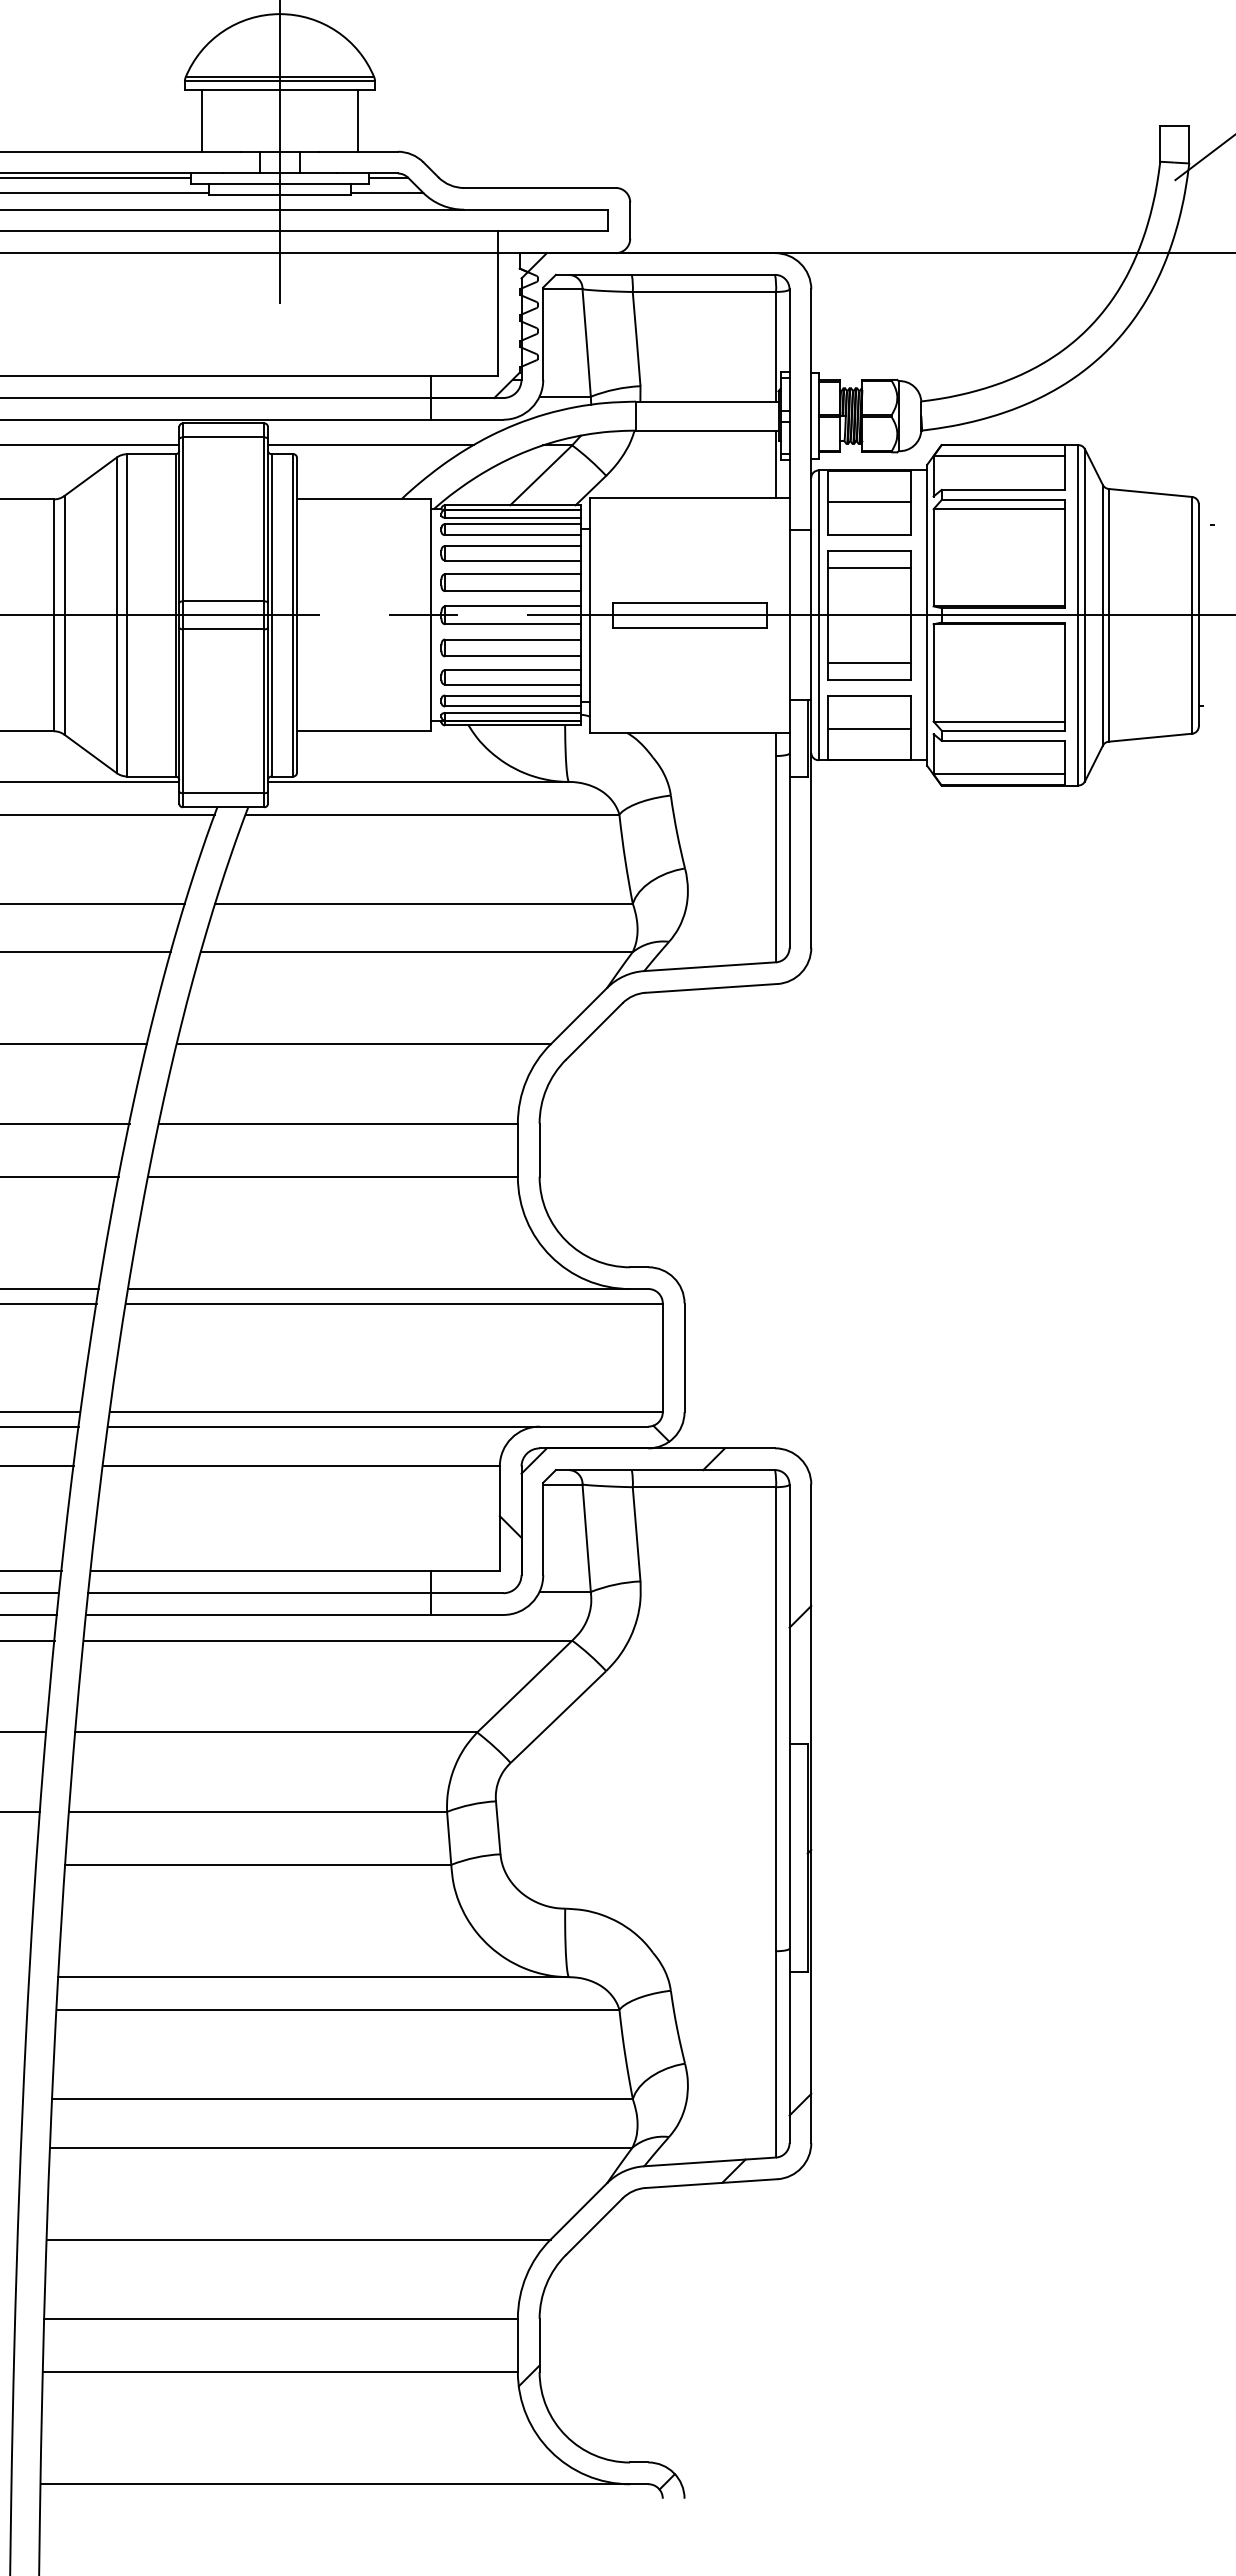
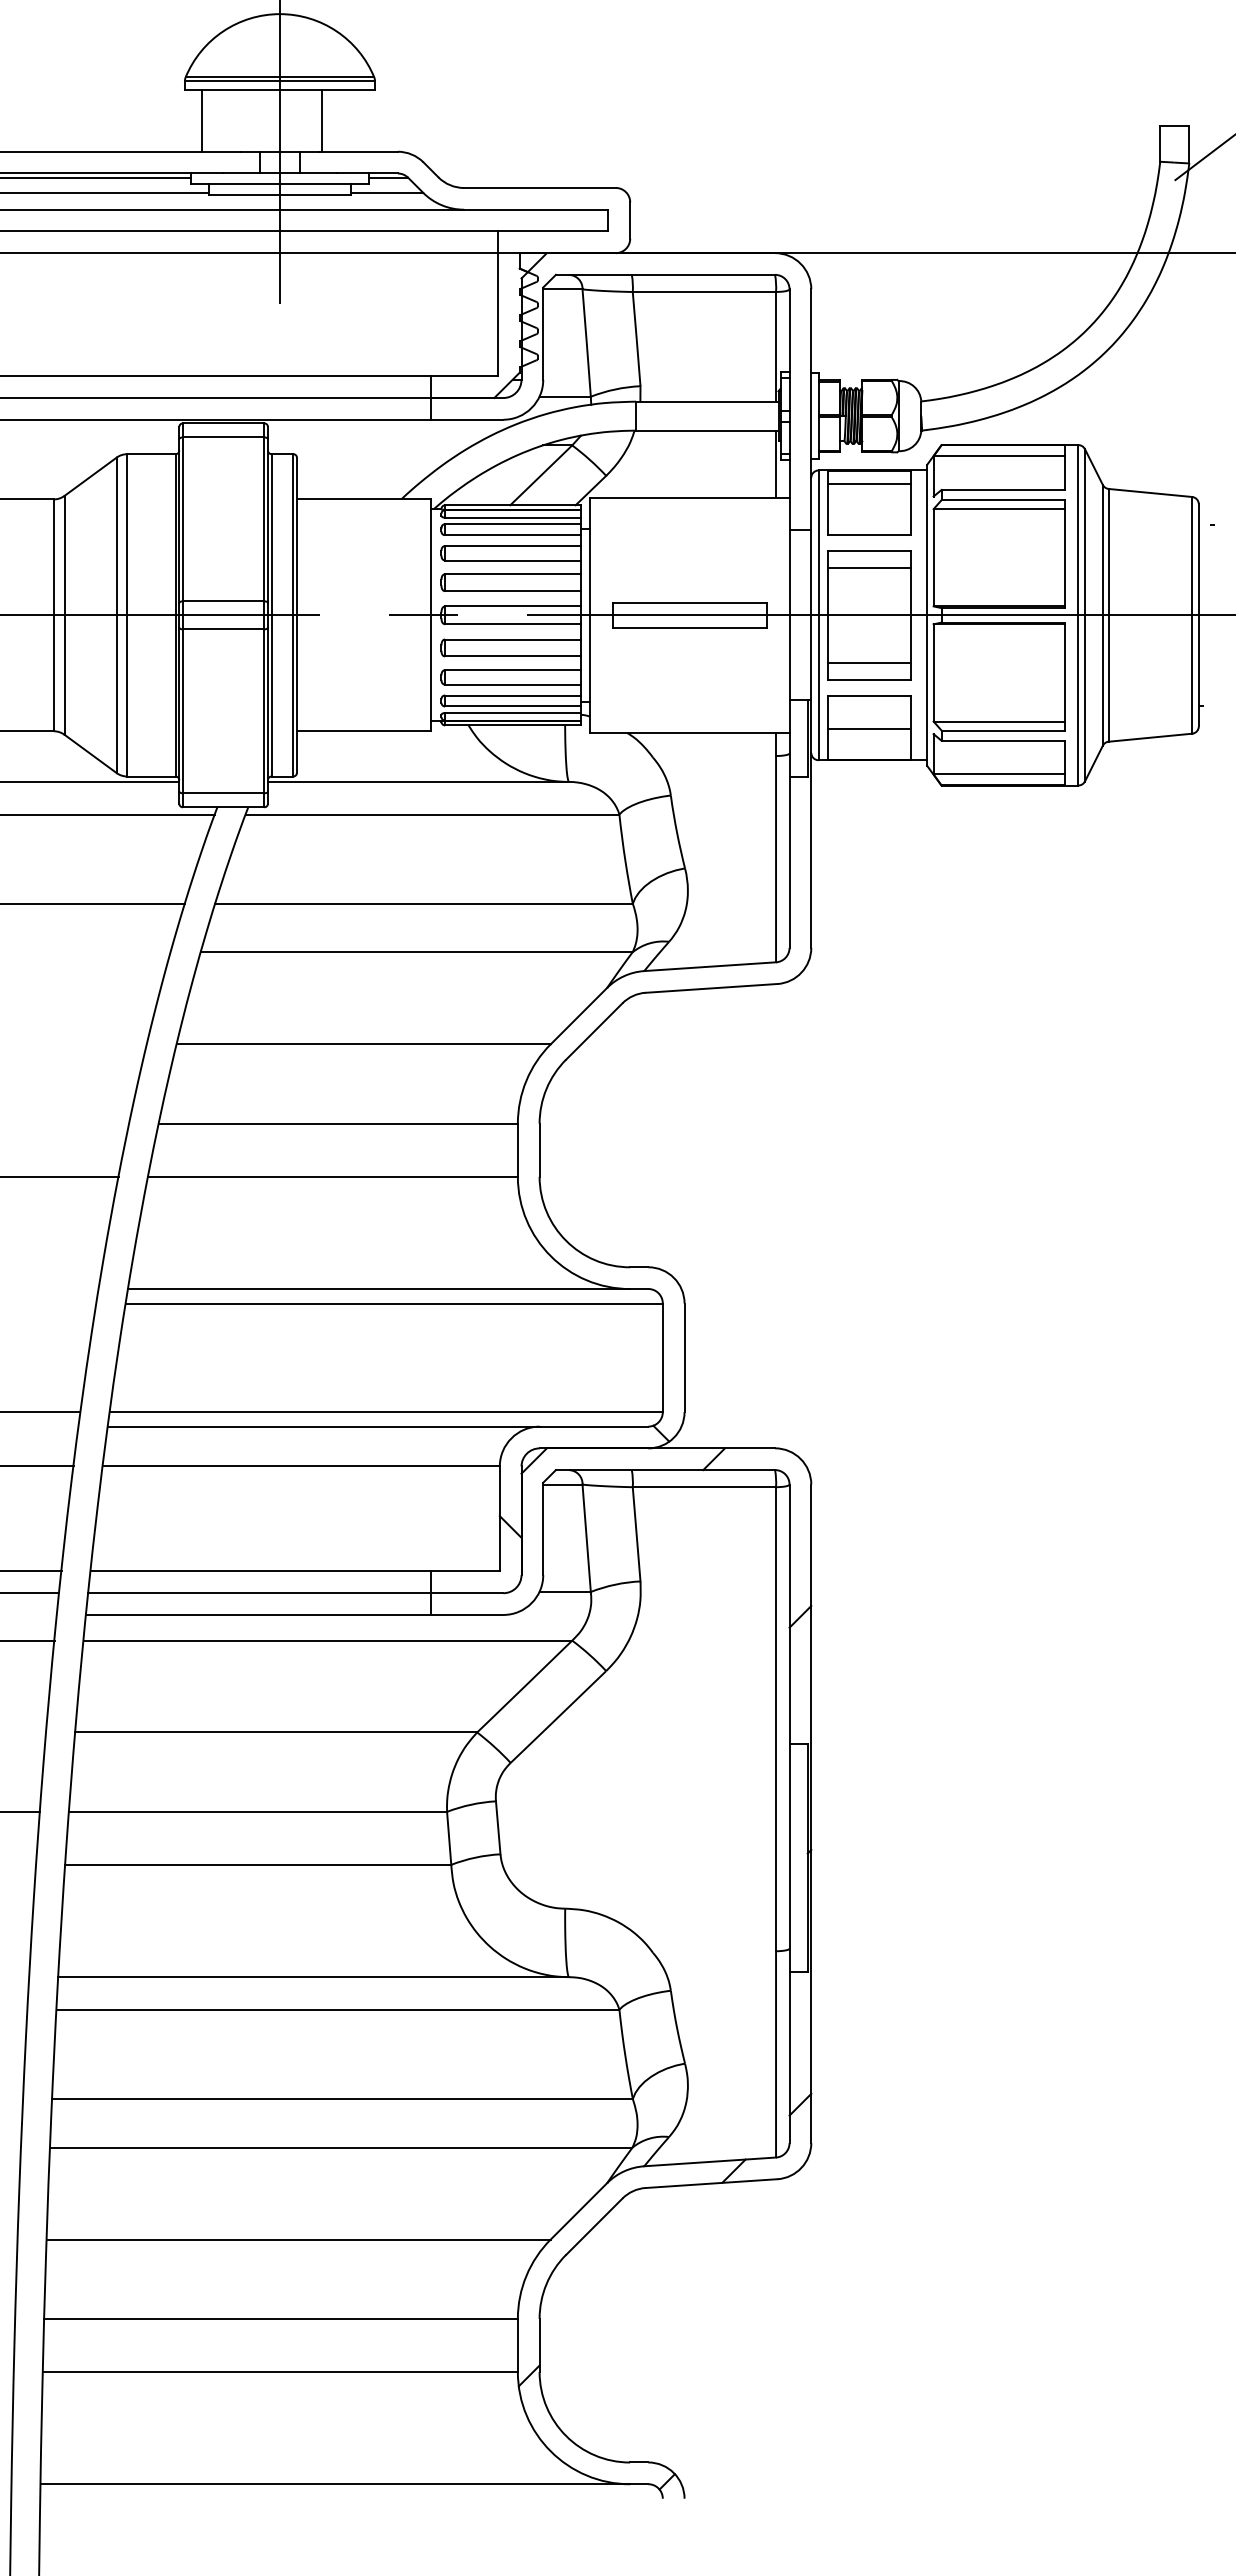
line at (357, 120) position: (357, 120) -> (321, 120)
line at (90, 445): present -> none
line at (370, 445): present -> none
line at (868, 501) position: (868, 501) -> (868, 483)
line at (86, 952): present -> none
line at (74, 1044): present -> none
line at (65, 1123): present -> none
line at (50, 1288): present -> none
line at (49, 1303): present -> none
line at (40, 1426): present -> none
line at (29, 1614): present -> none
line at (24, 1732): present -> none
